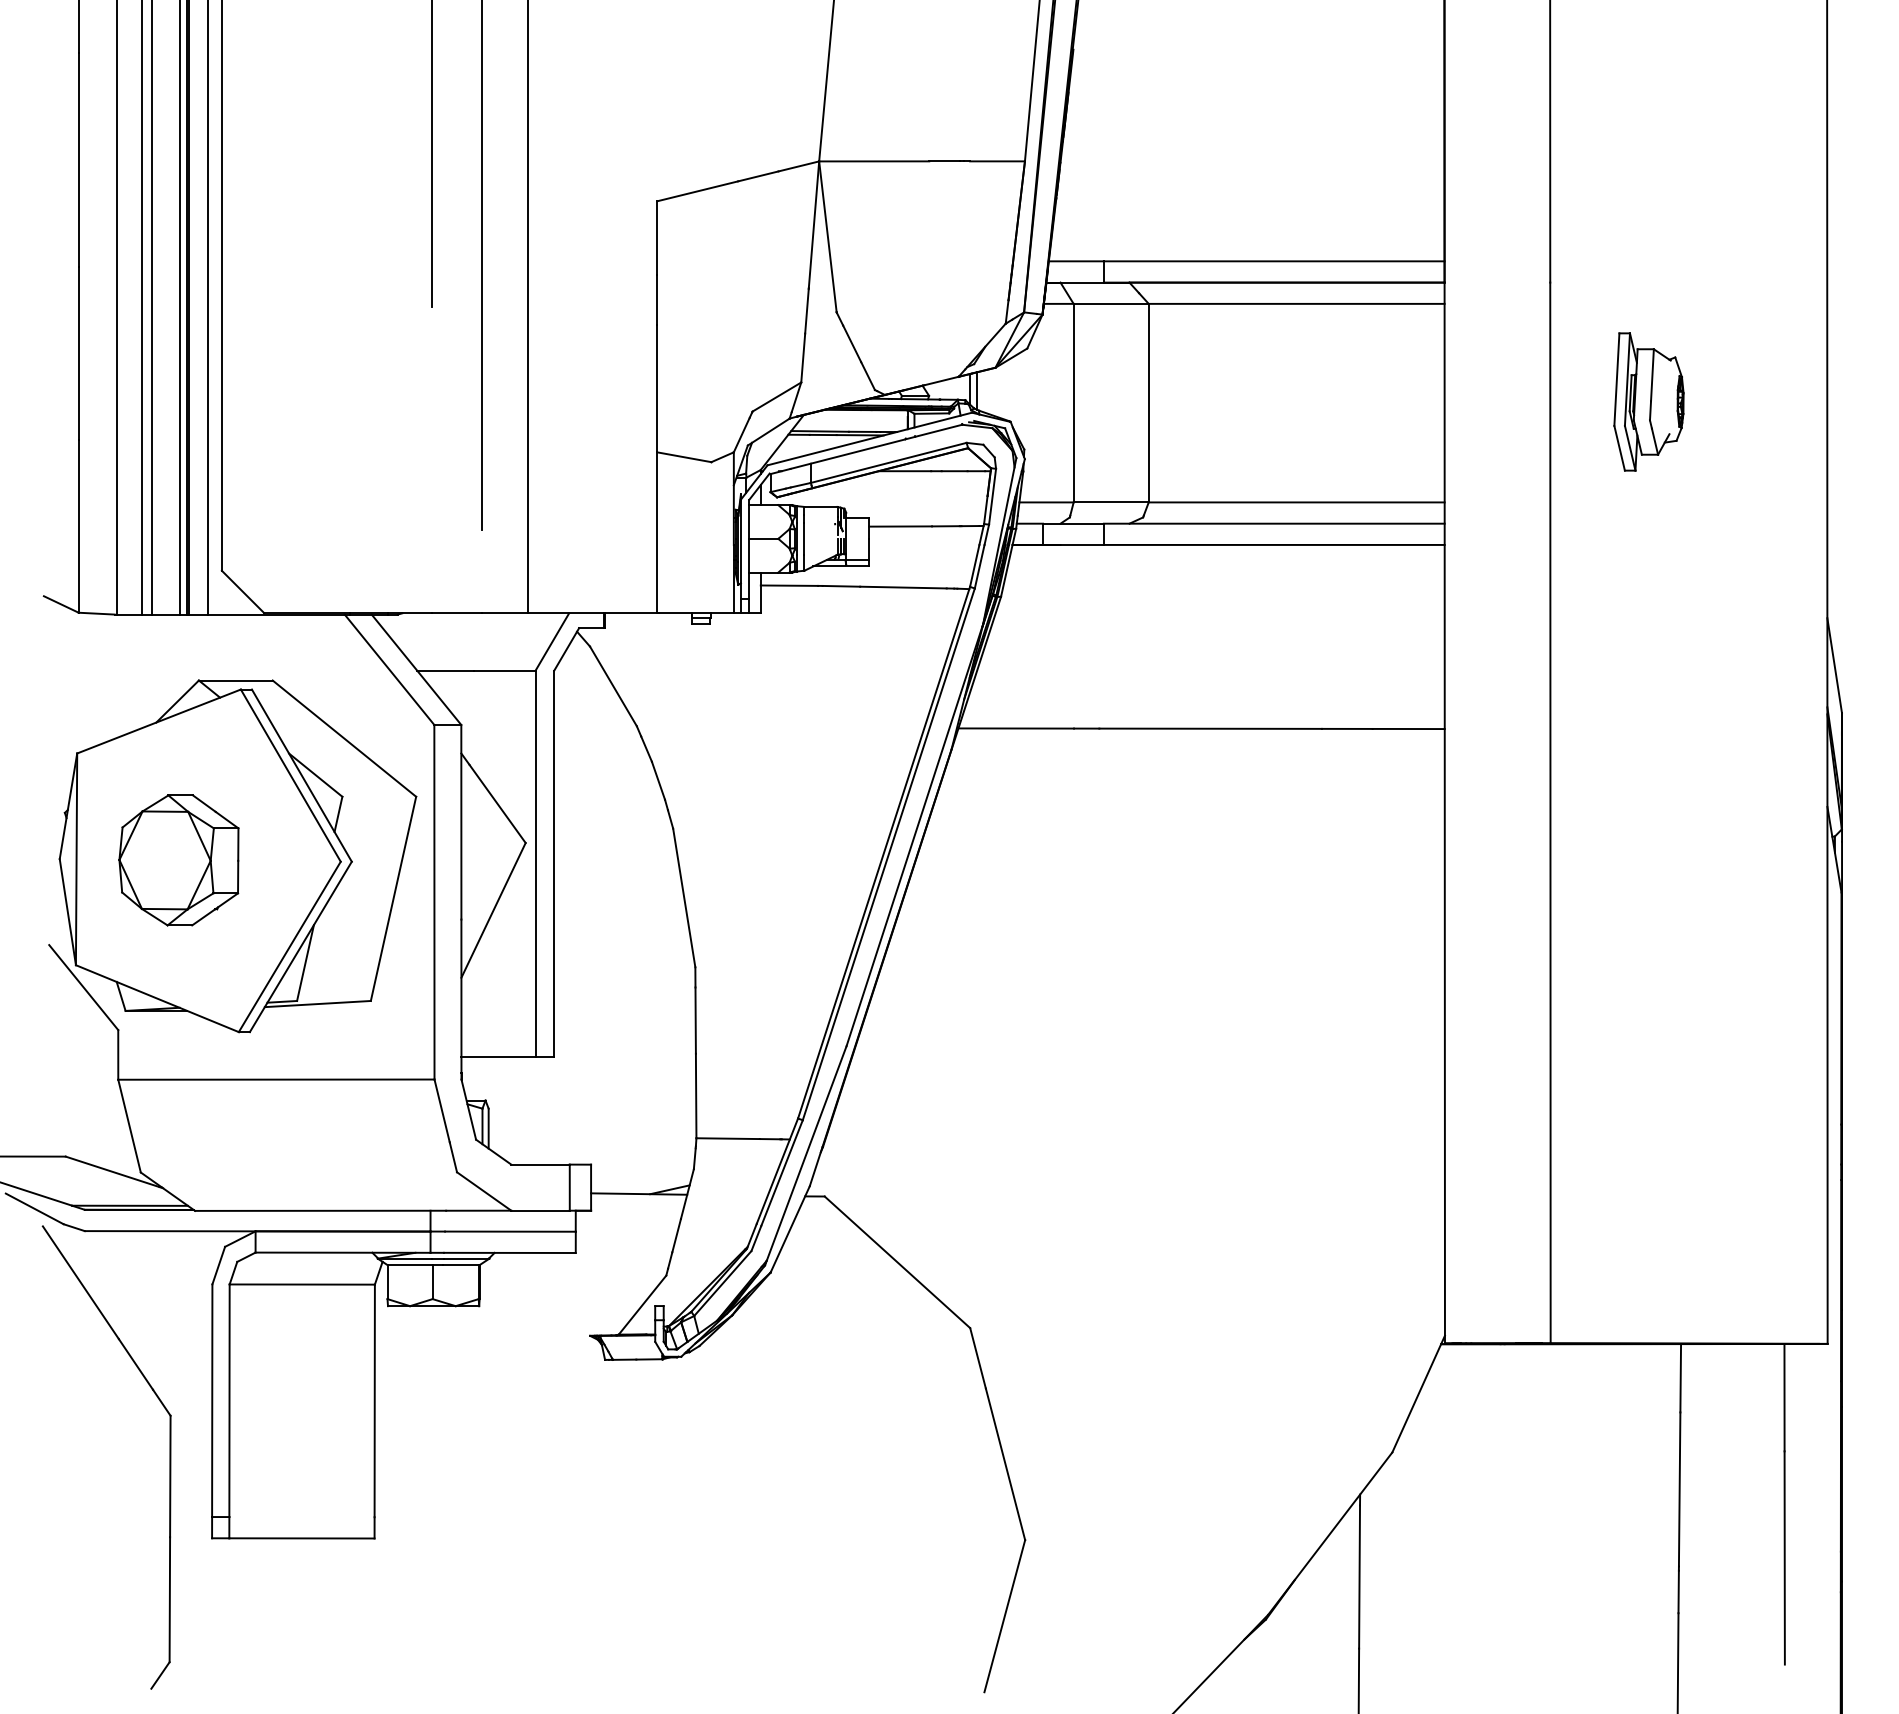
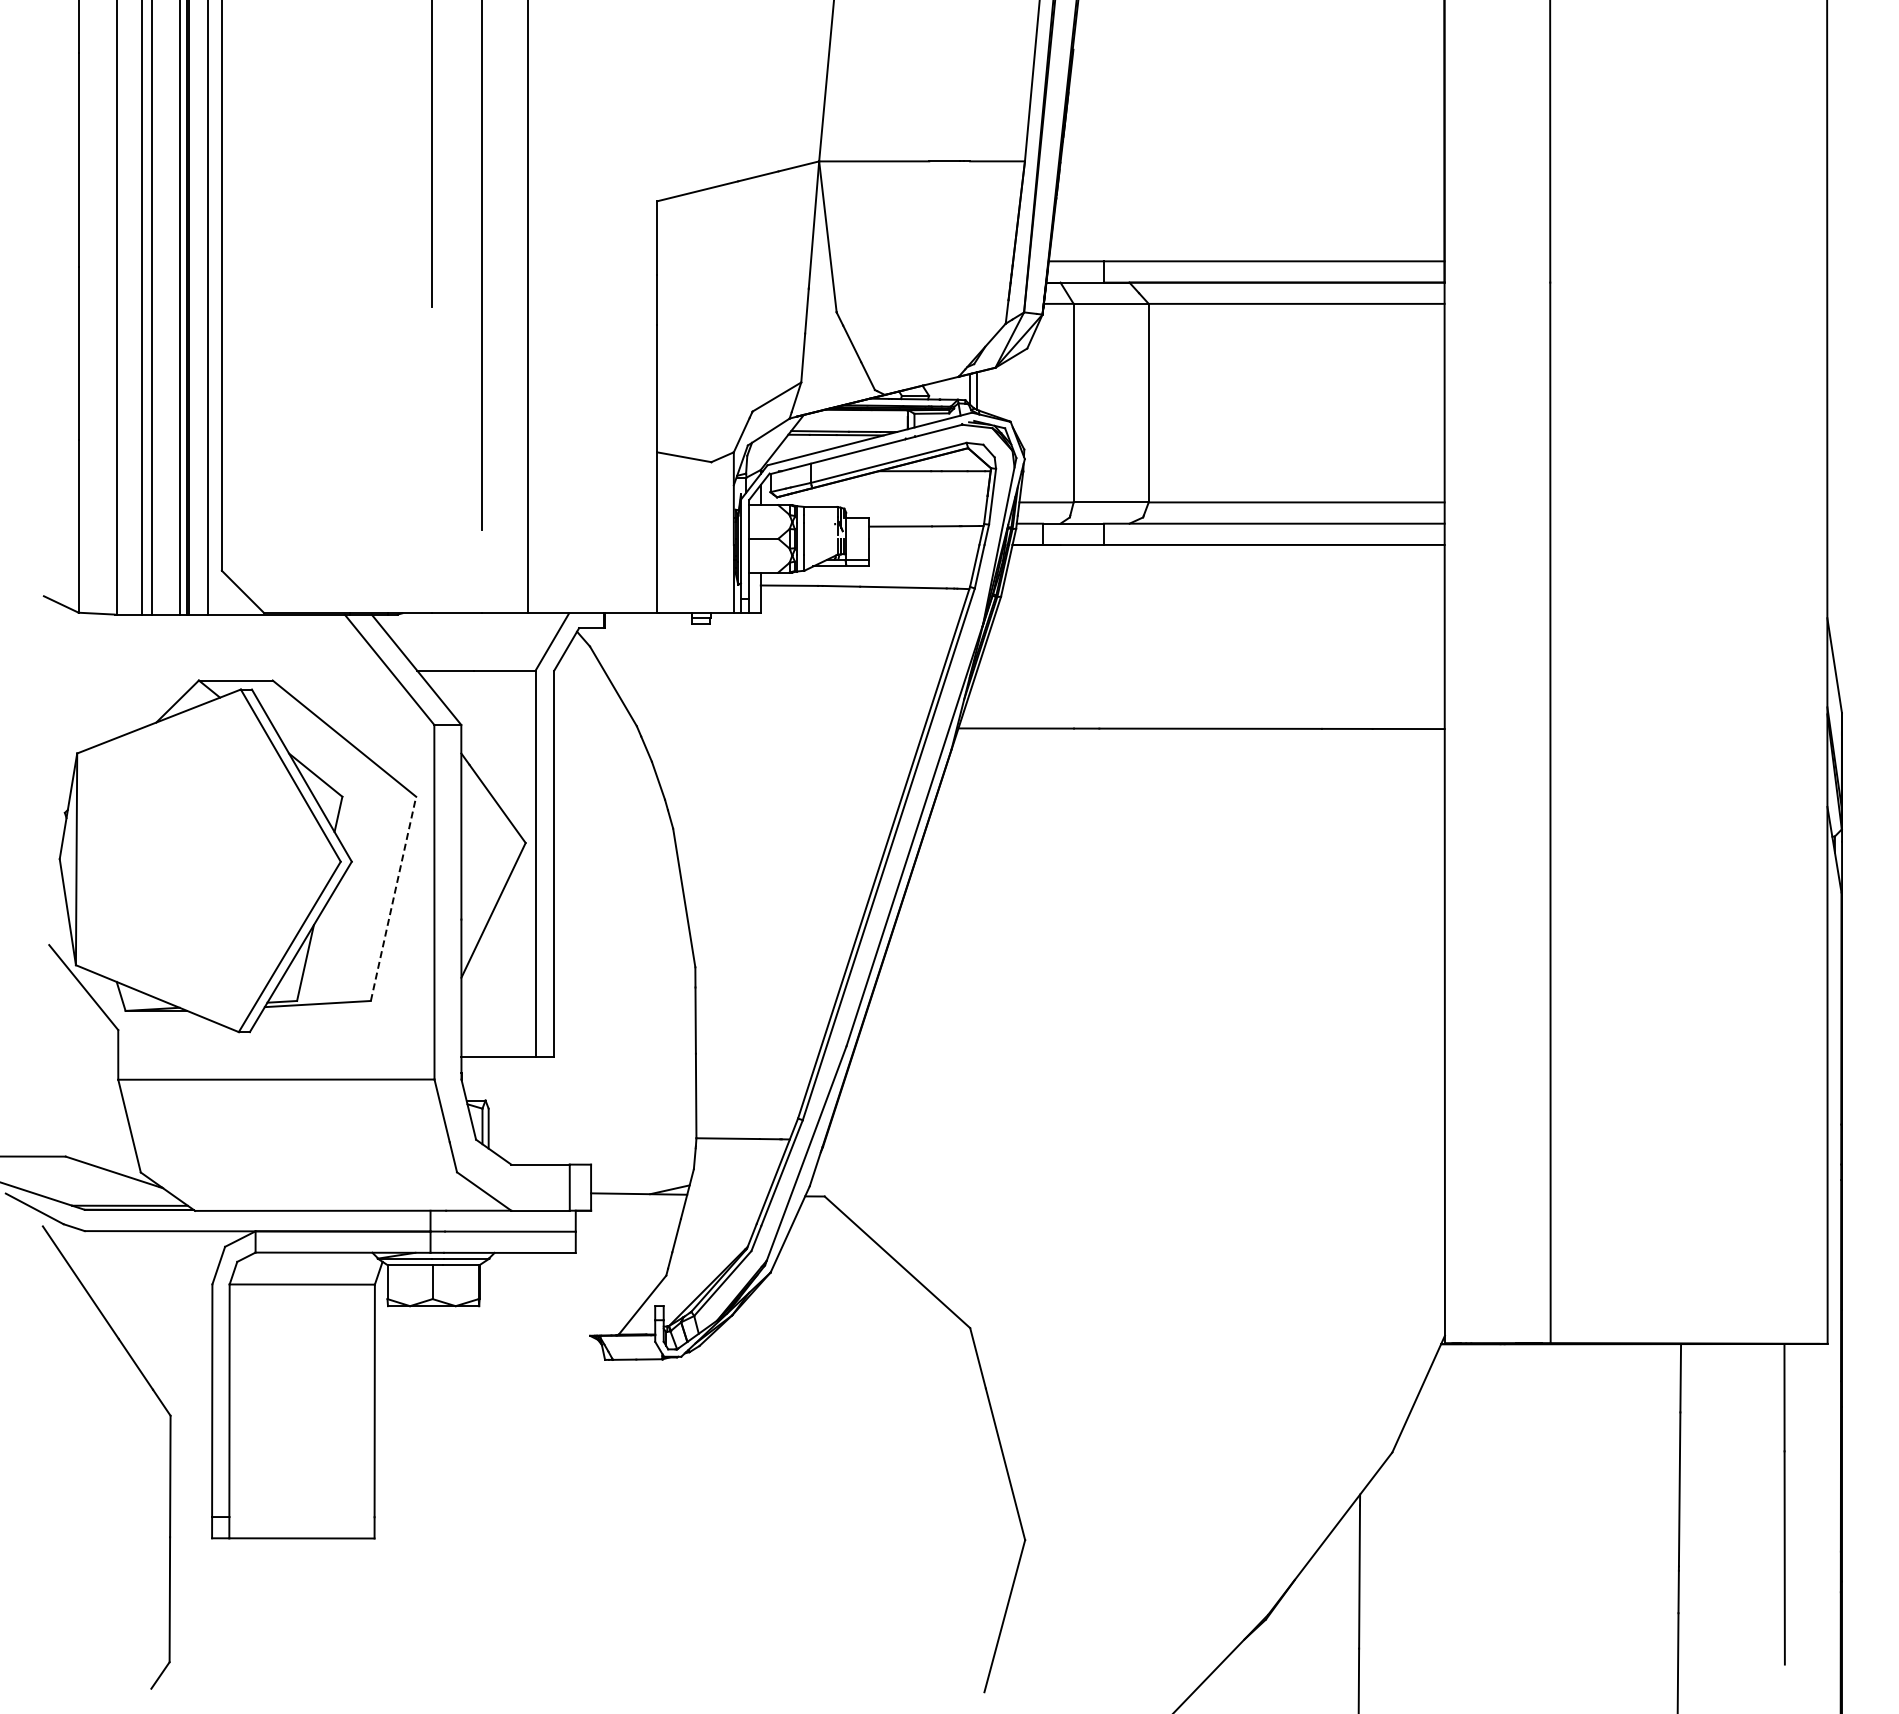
part at (1648, 401): present -> none
part at (178, 860): present -> none
line at (393, 898): solid -> dashed
